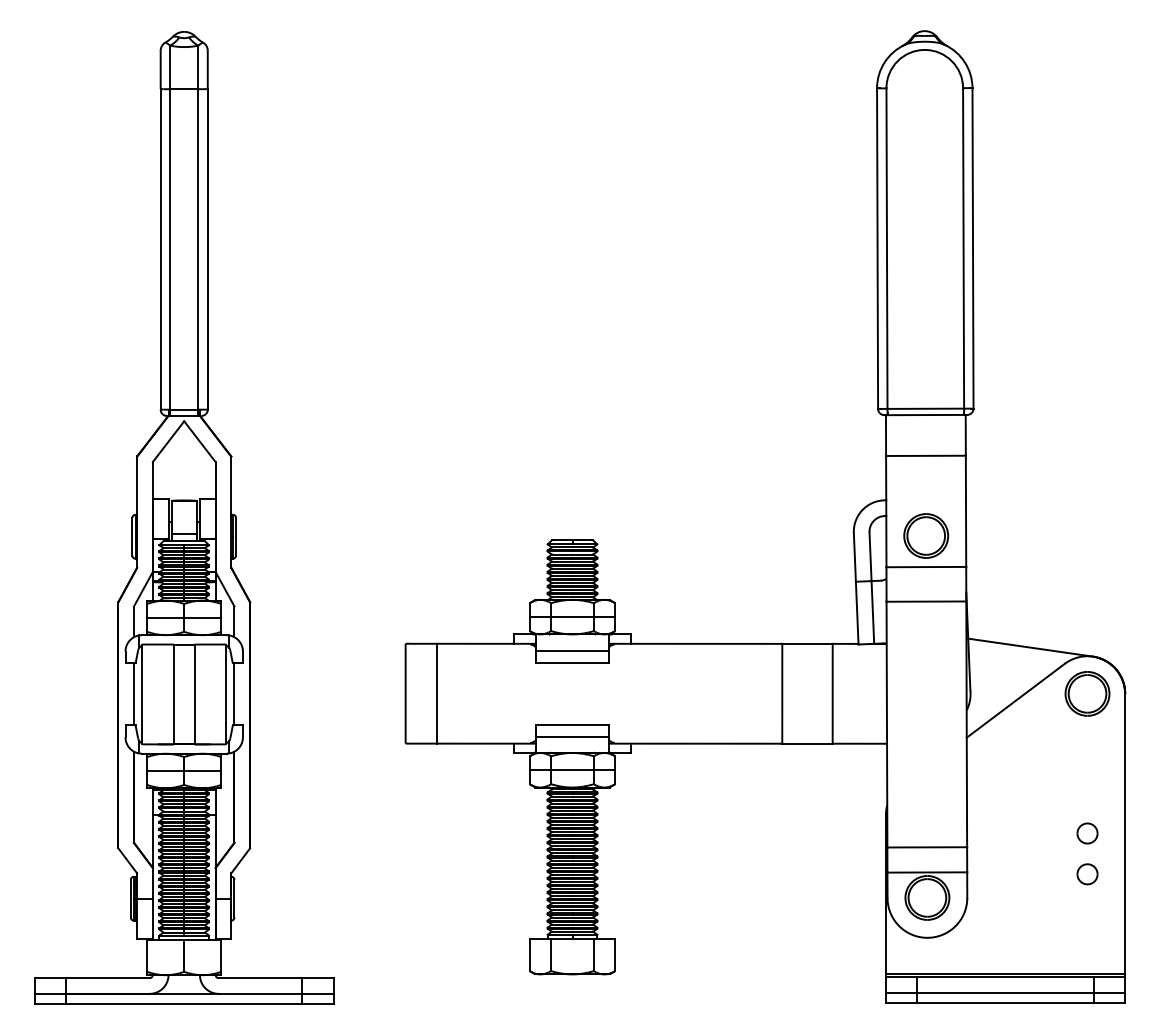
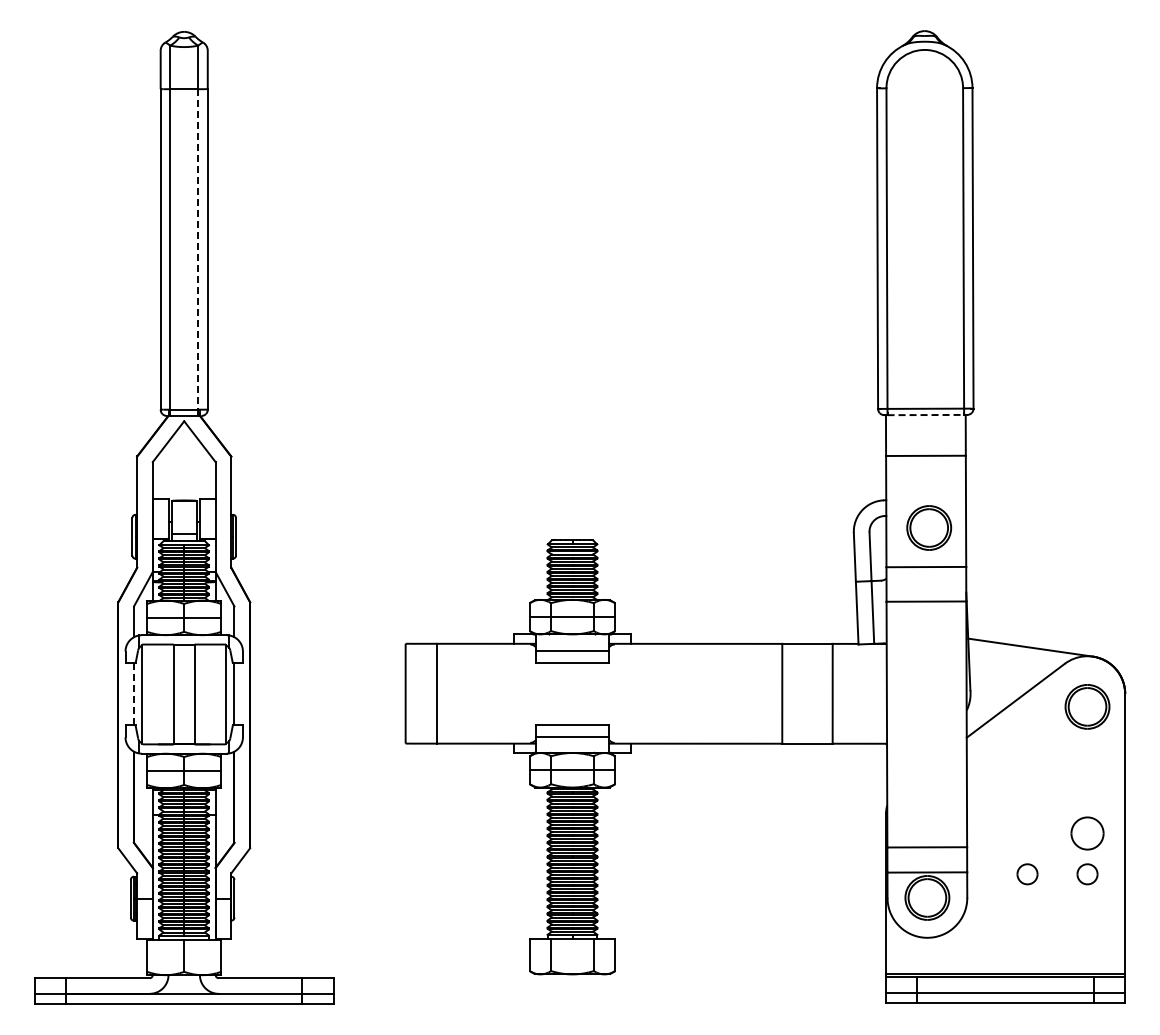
line at (198, 249): solid -> dashed
line at (926, 415): solid -> dashed
part at (926, 535) position: (926, 535) -> (929, 527)
part at (1087, 693) position: (1087, 693) -> (1087, 706)
line at (134, 694): solid -> dashed
part at (1087, 833) size: 23x23 px -> 35x35 px
part at (1027, 874): none -> present
